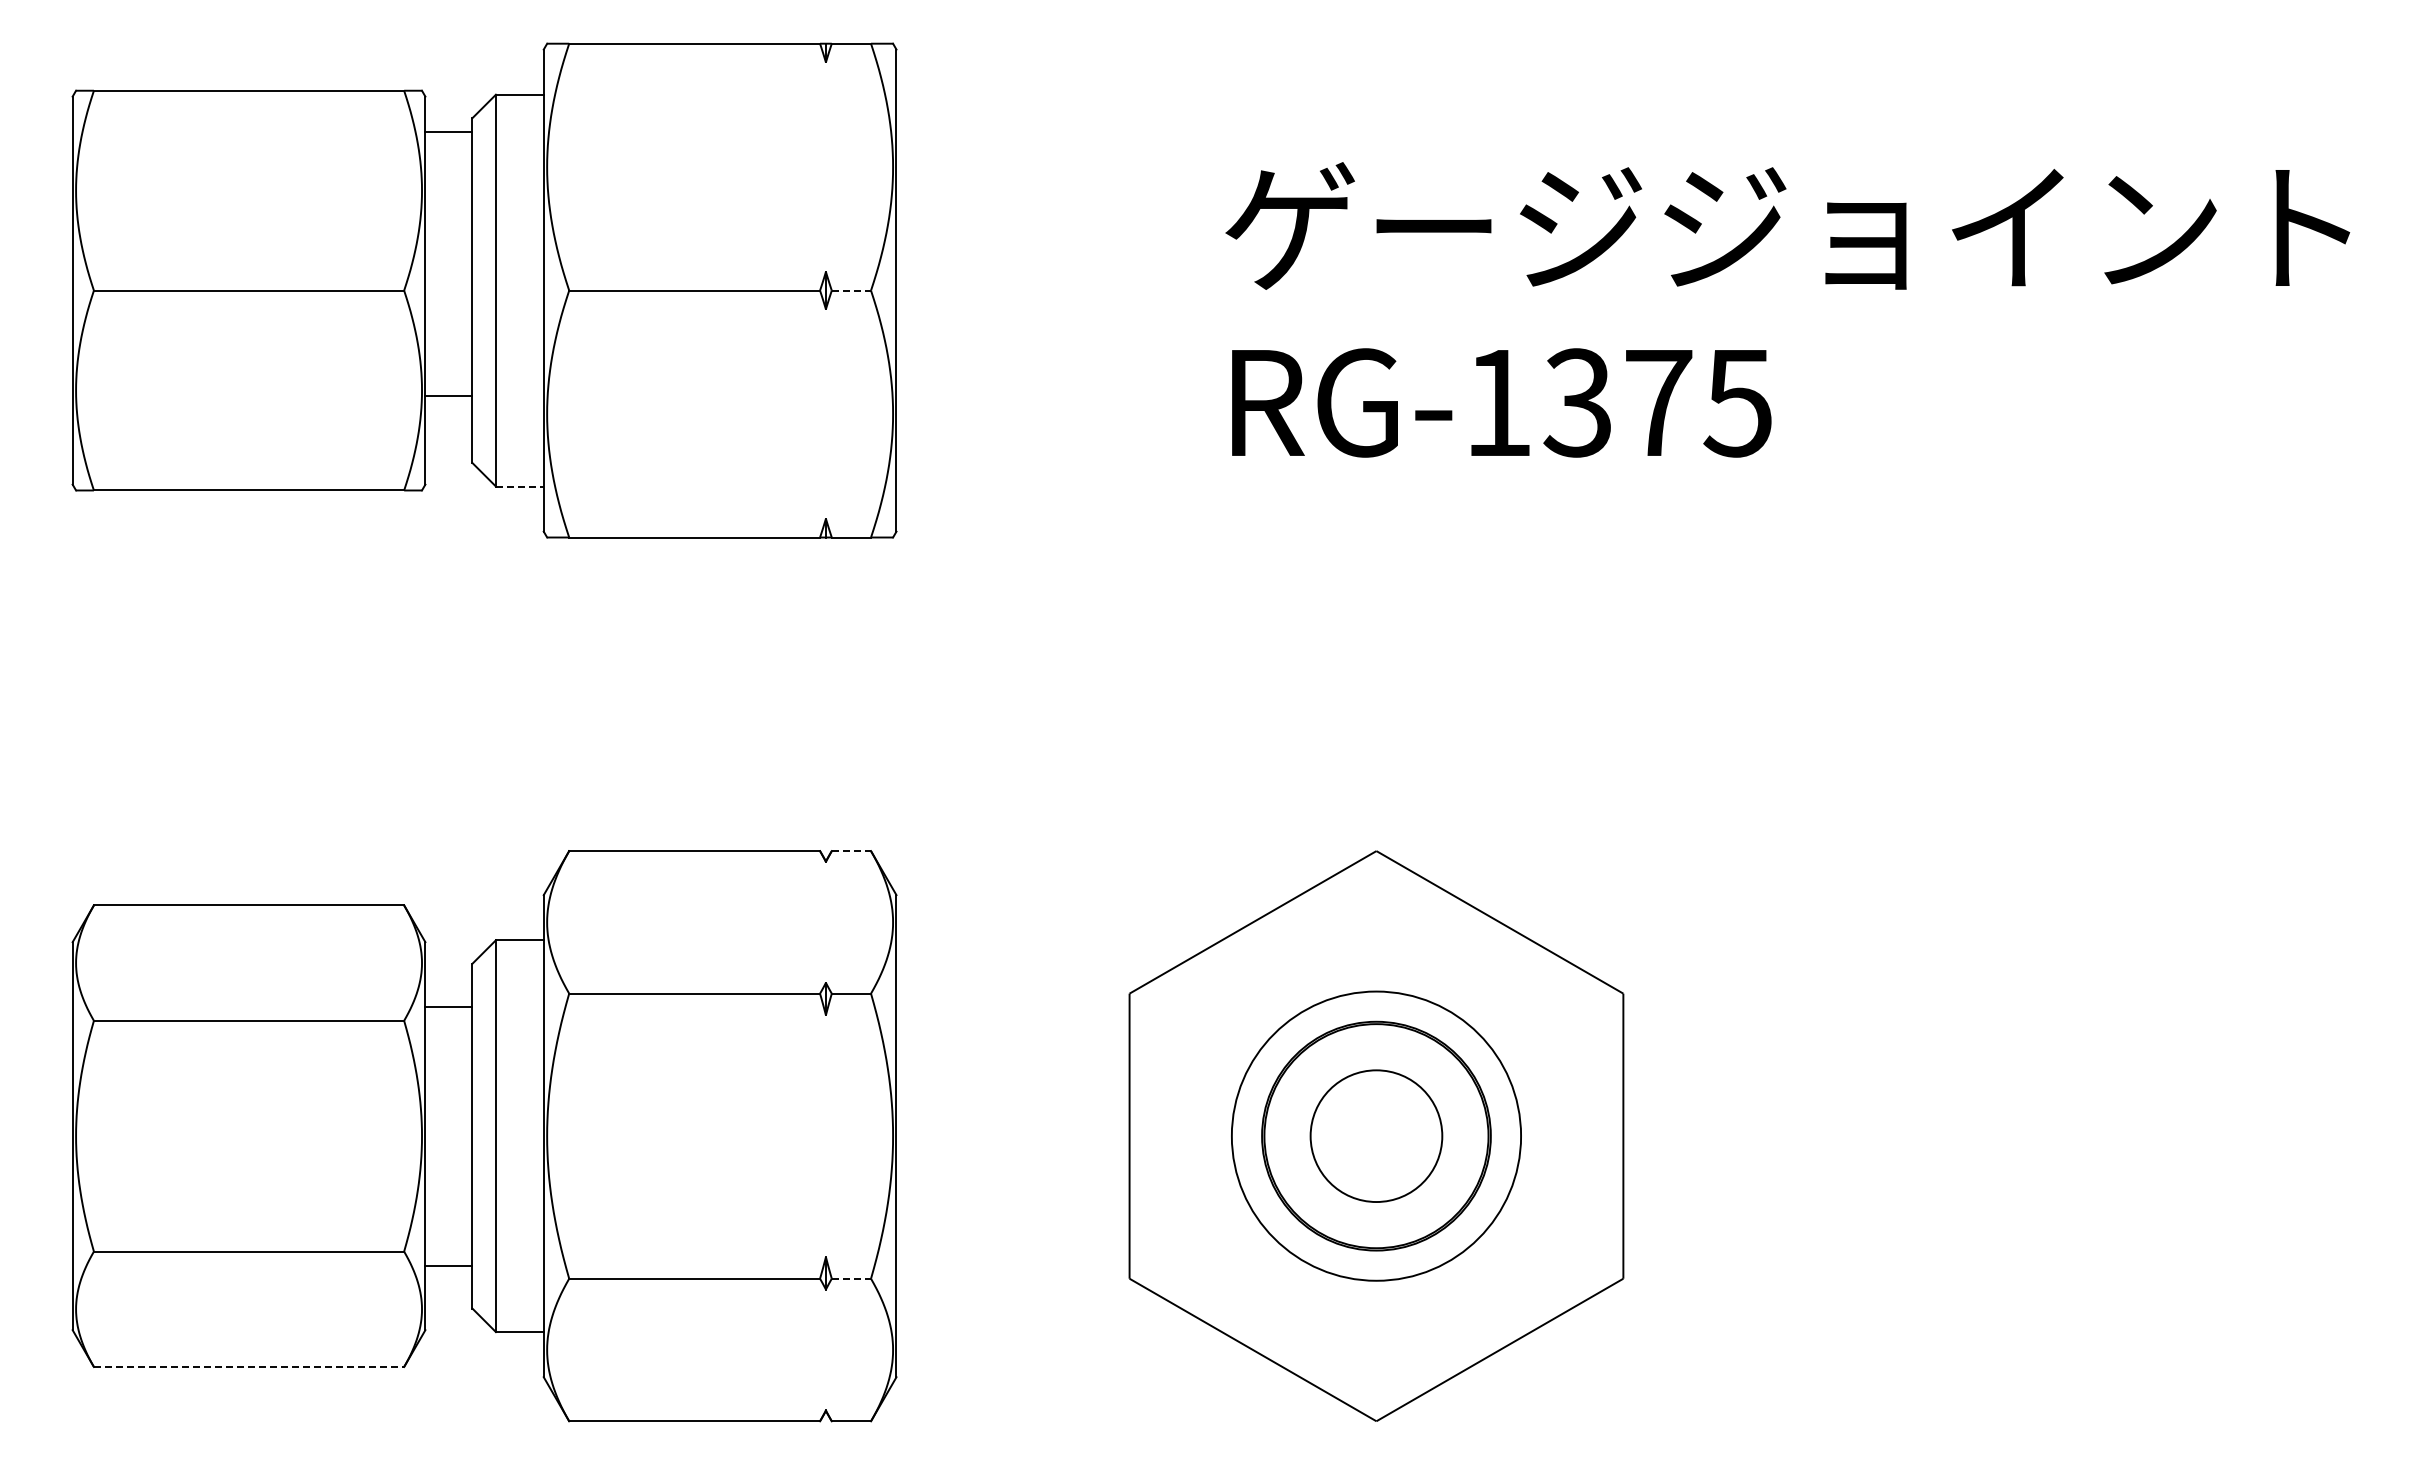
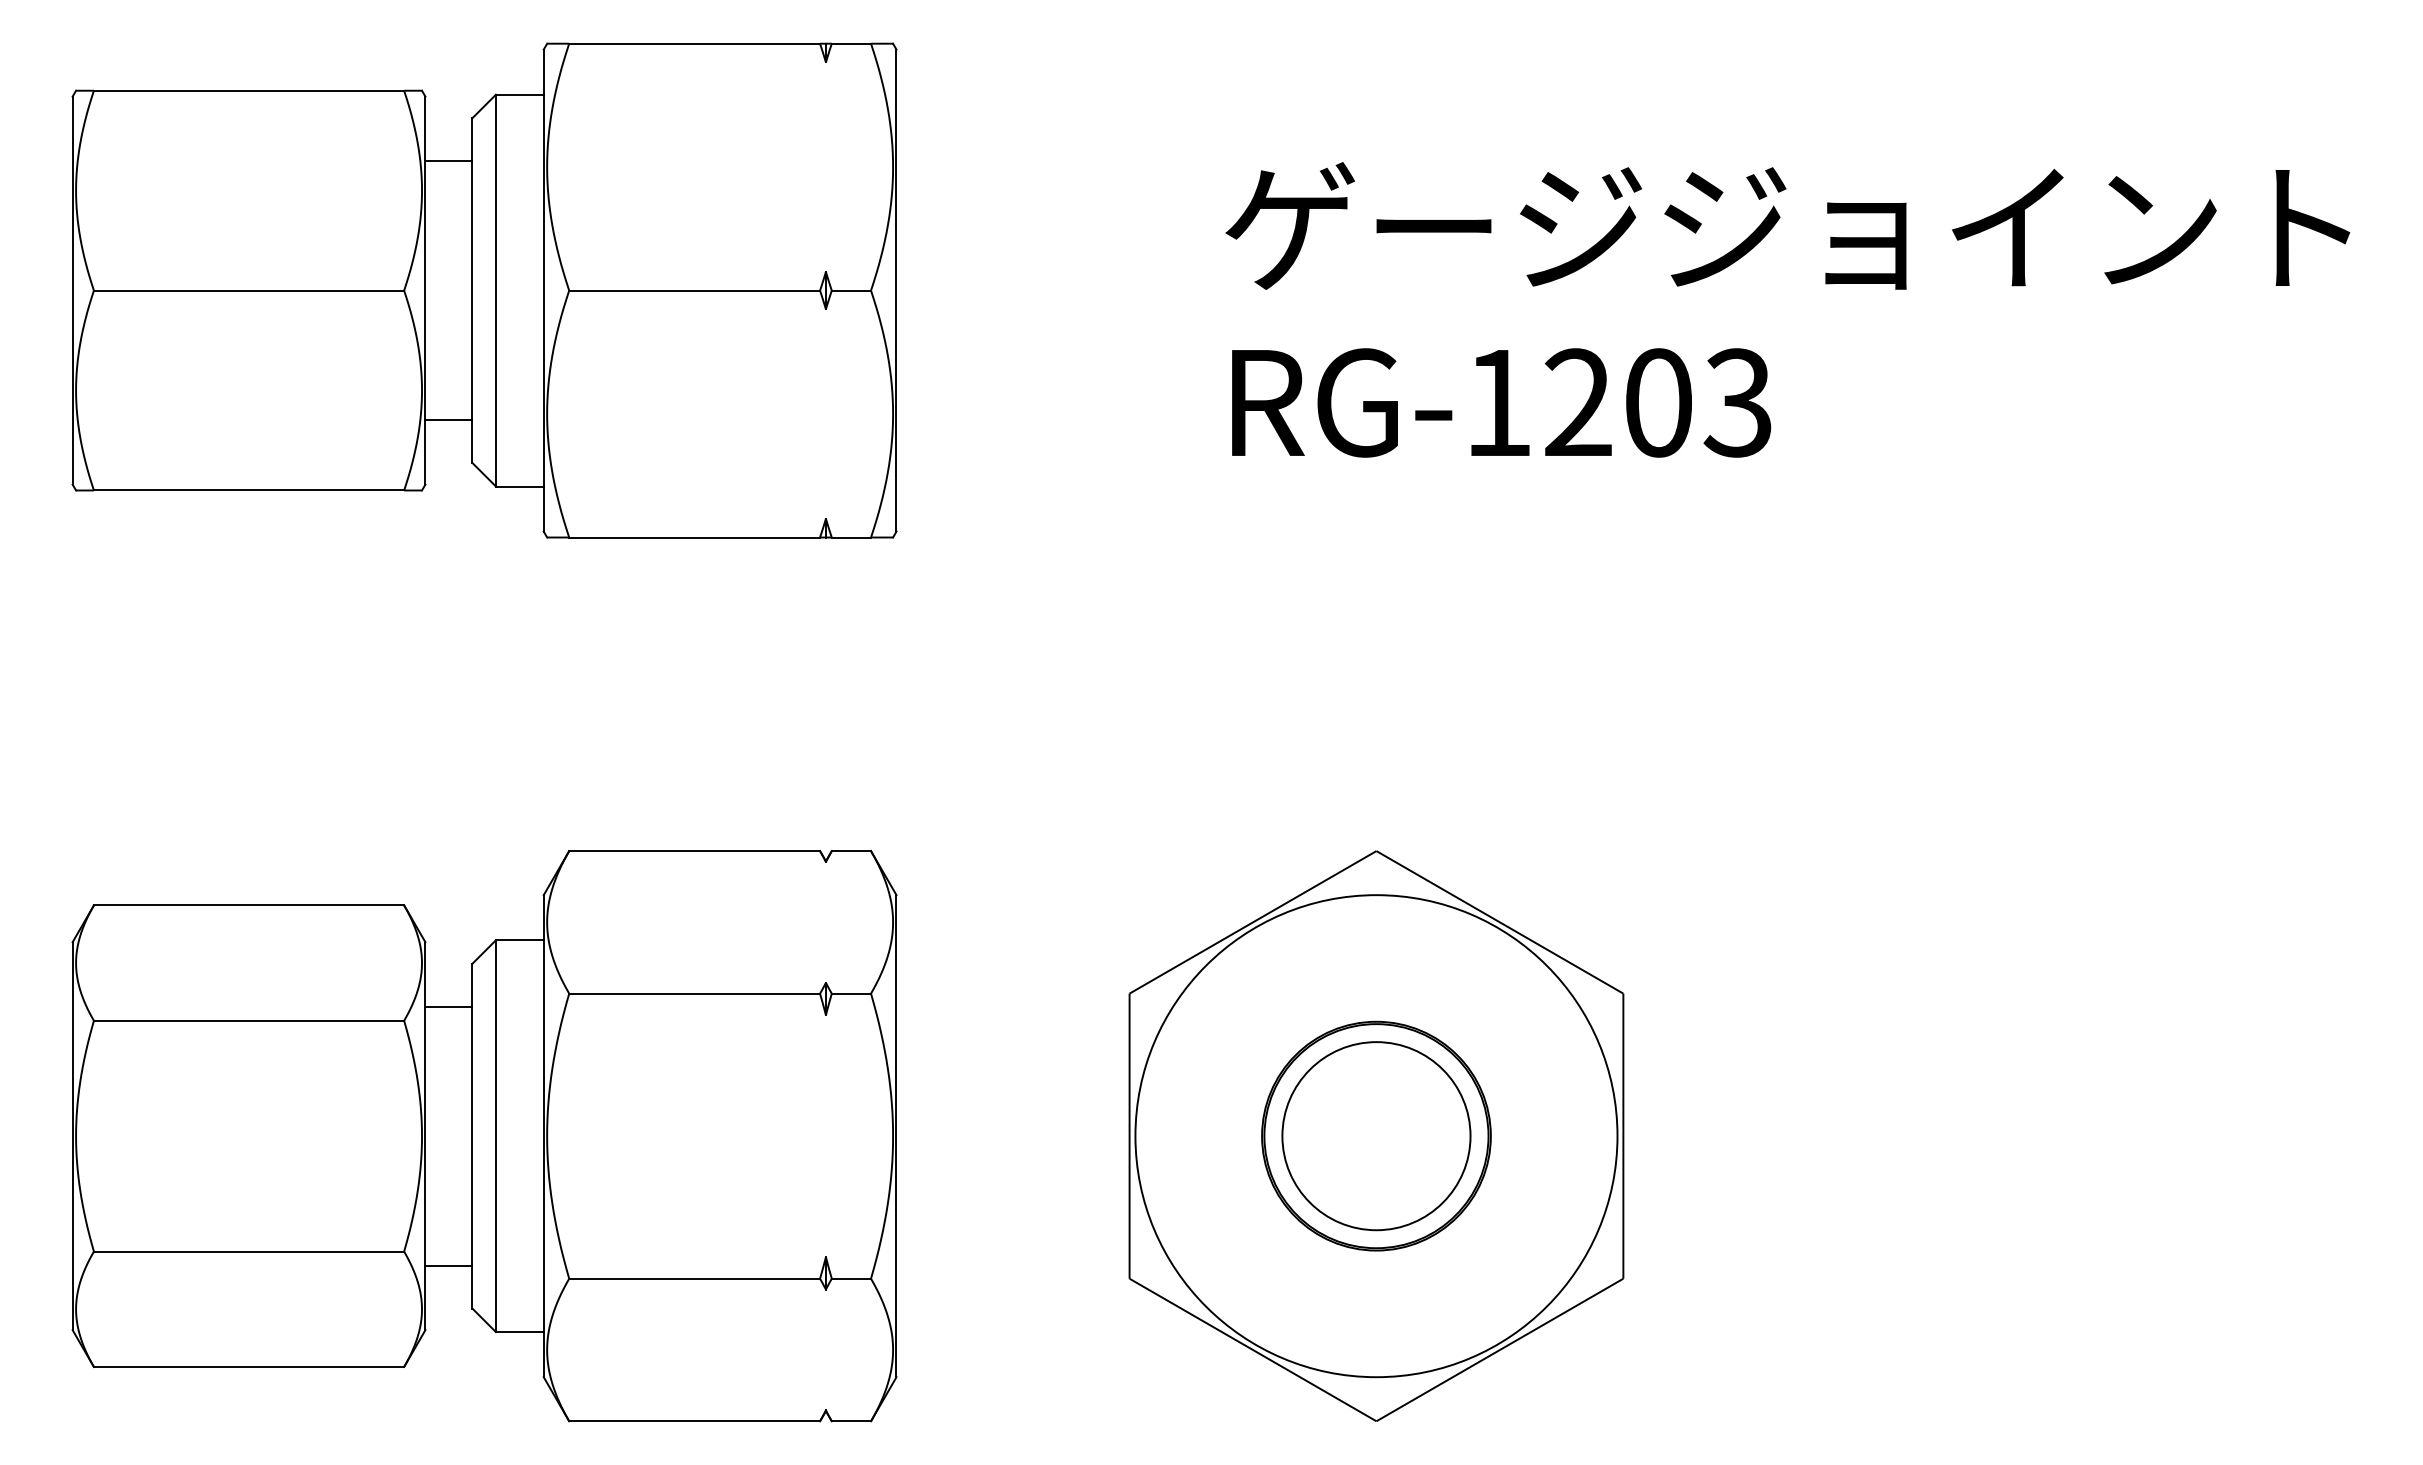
line at (448, 132) position: (448, 132) -> (448, 161)
line at (851, 290): dashed -> solid
line at (448, 395) position: (448, 395) -> (448, 419)
text at (1657, 402): RG-1375 -> RG-1203
line at (519, 486): dashed -> solid
line at (851, 851): dashed -> solid
circle at (1376, 1135) diameter: 289 px -> 482 px
circle at (1376, 1136) diameter: 132 px -> 188 px
line at (851, 1278): dashed -> solid
line at (249, 1366): dashed -> solid
